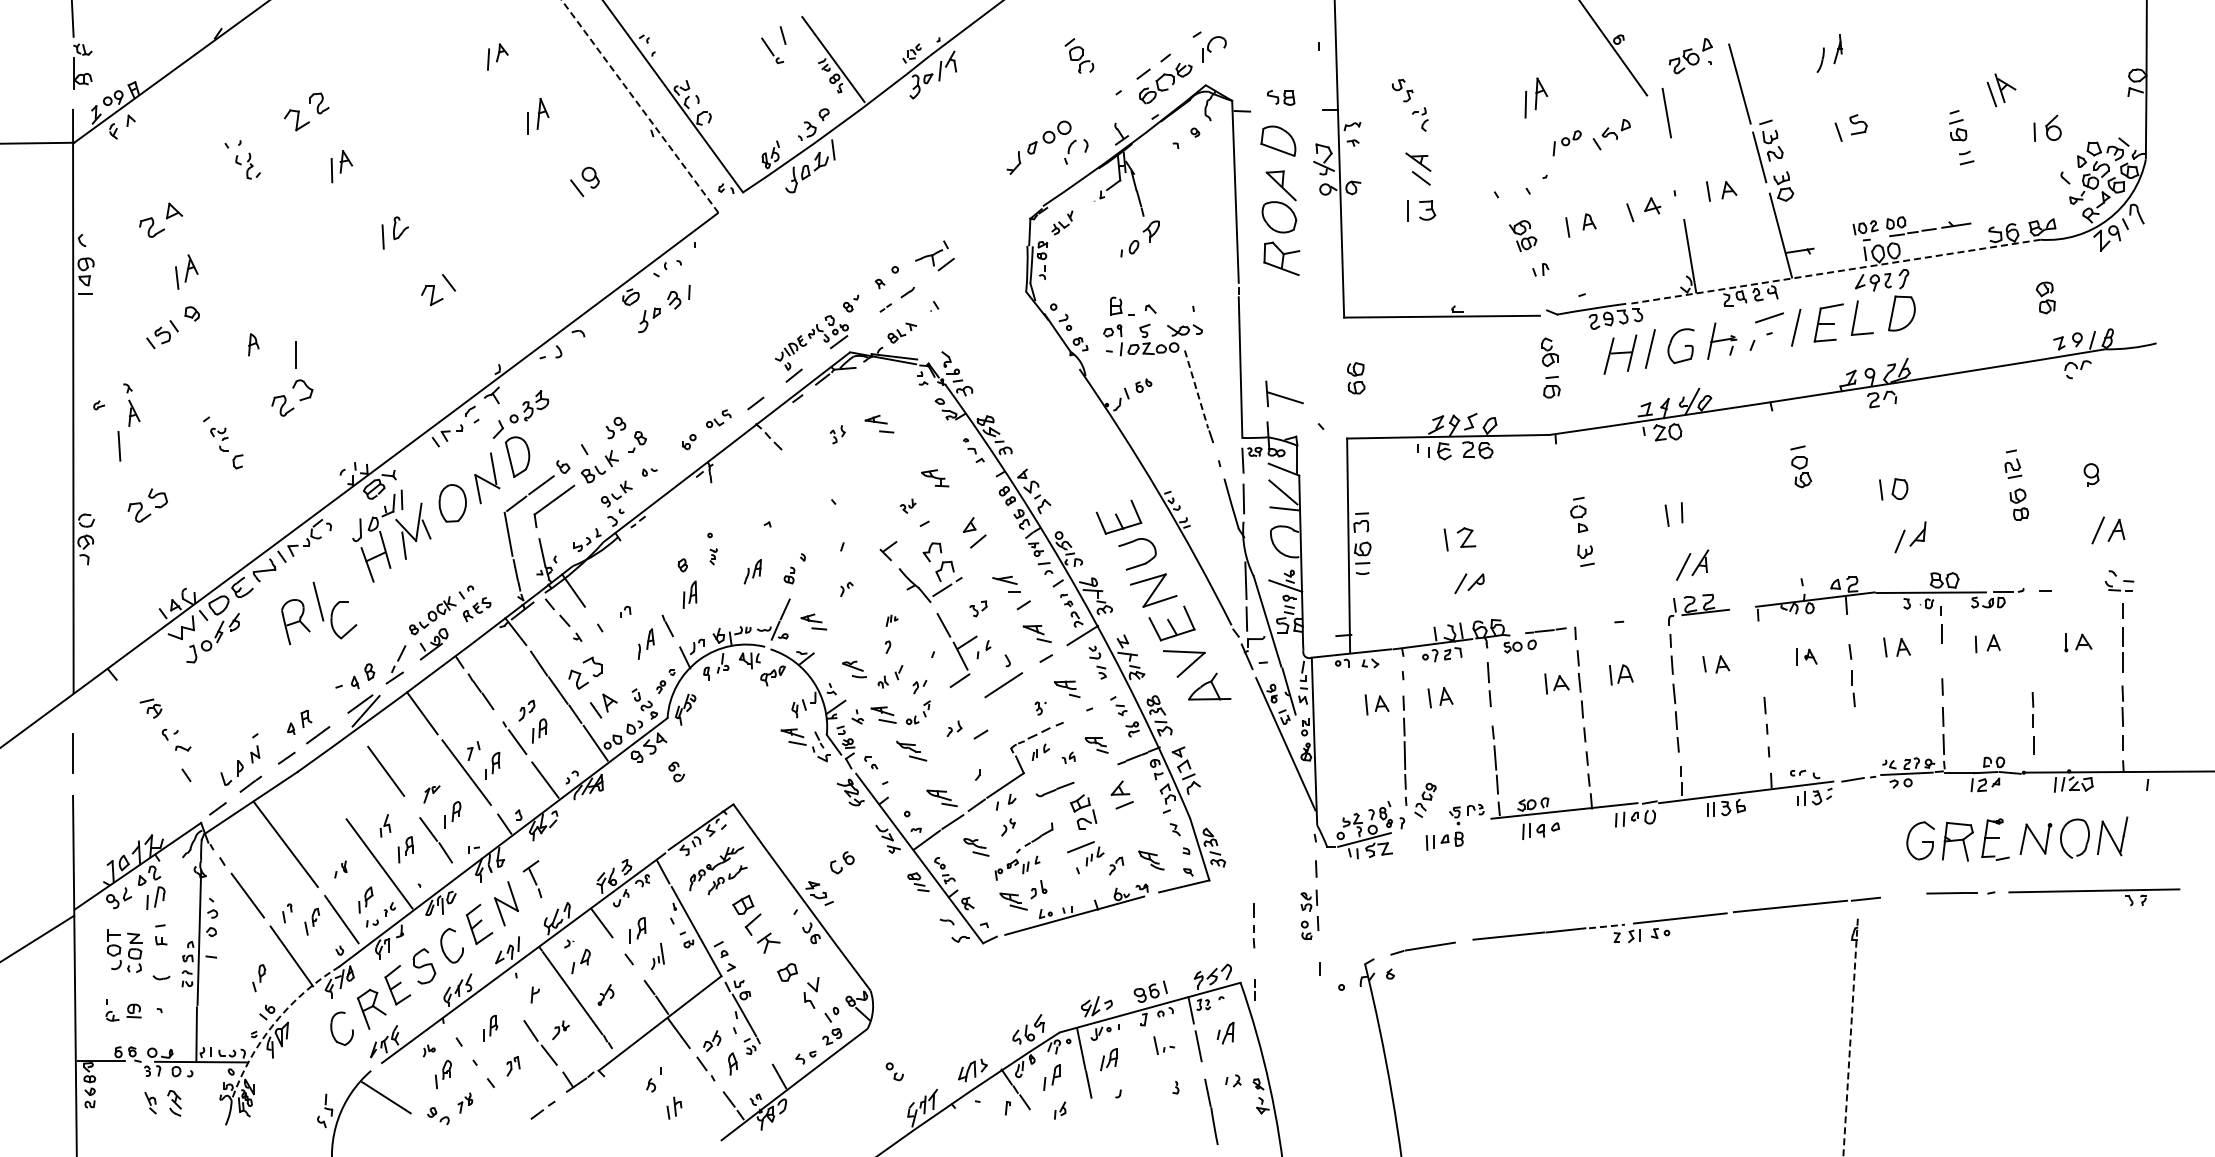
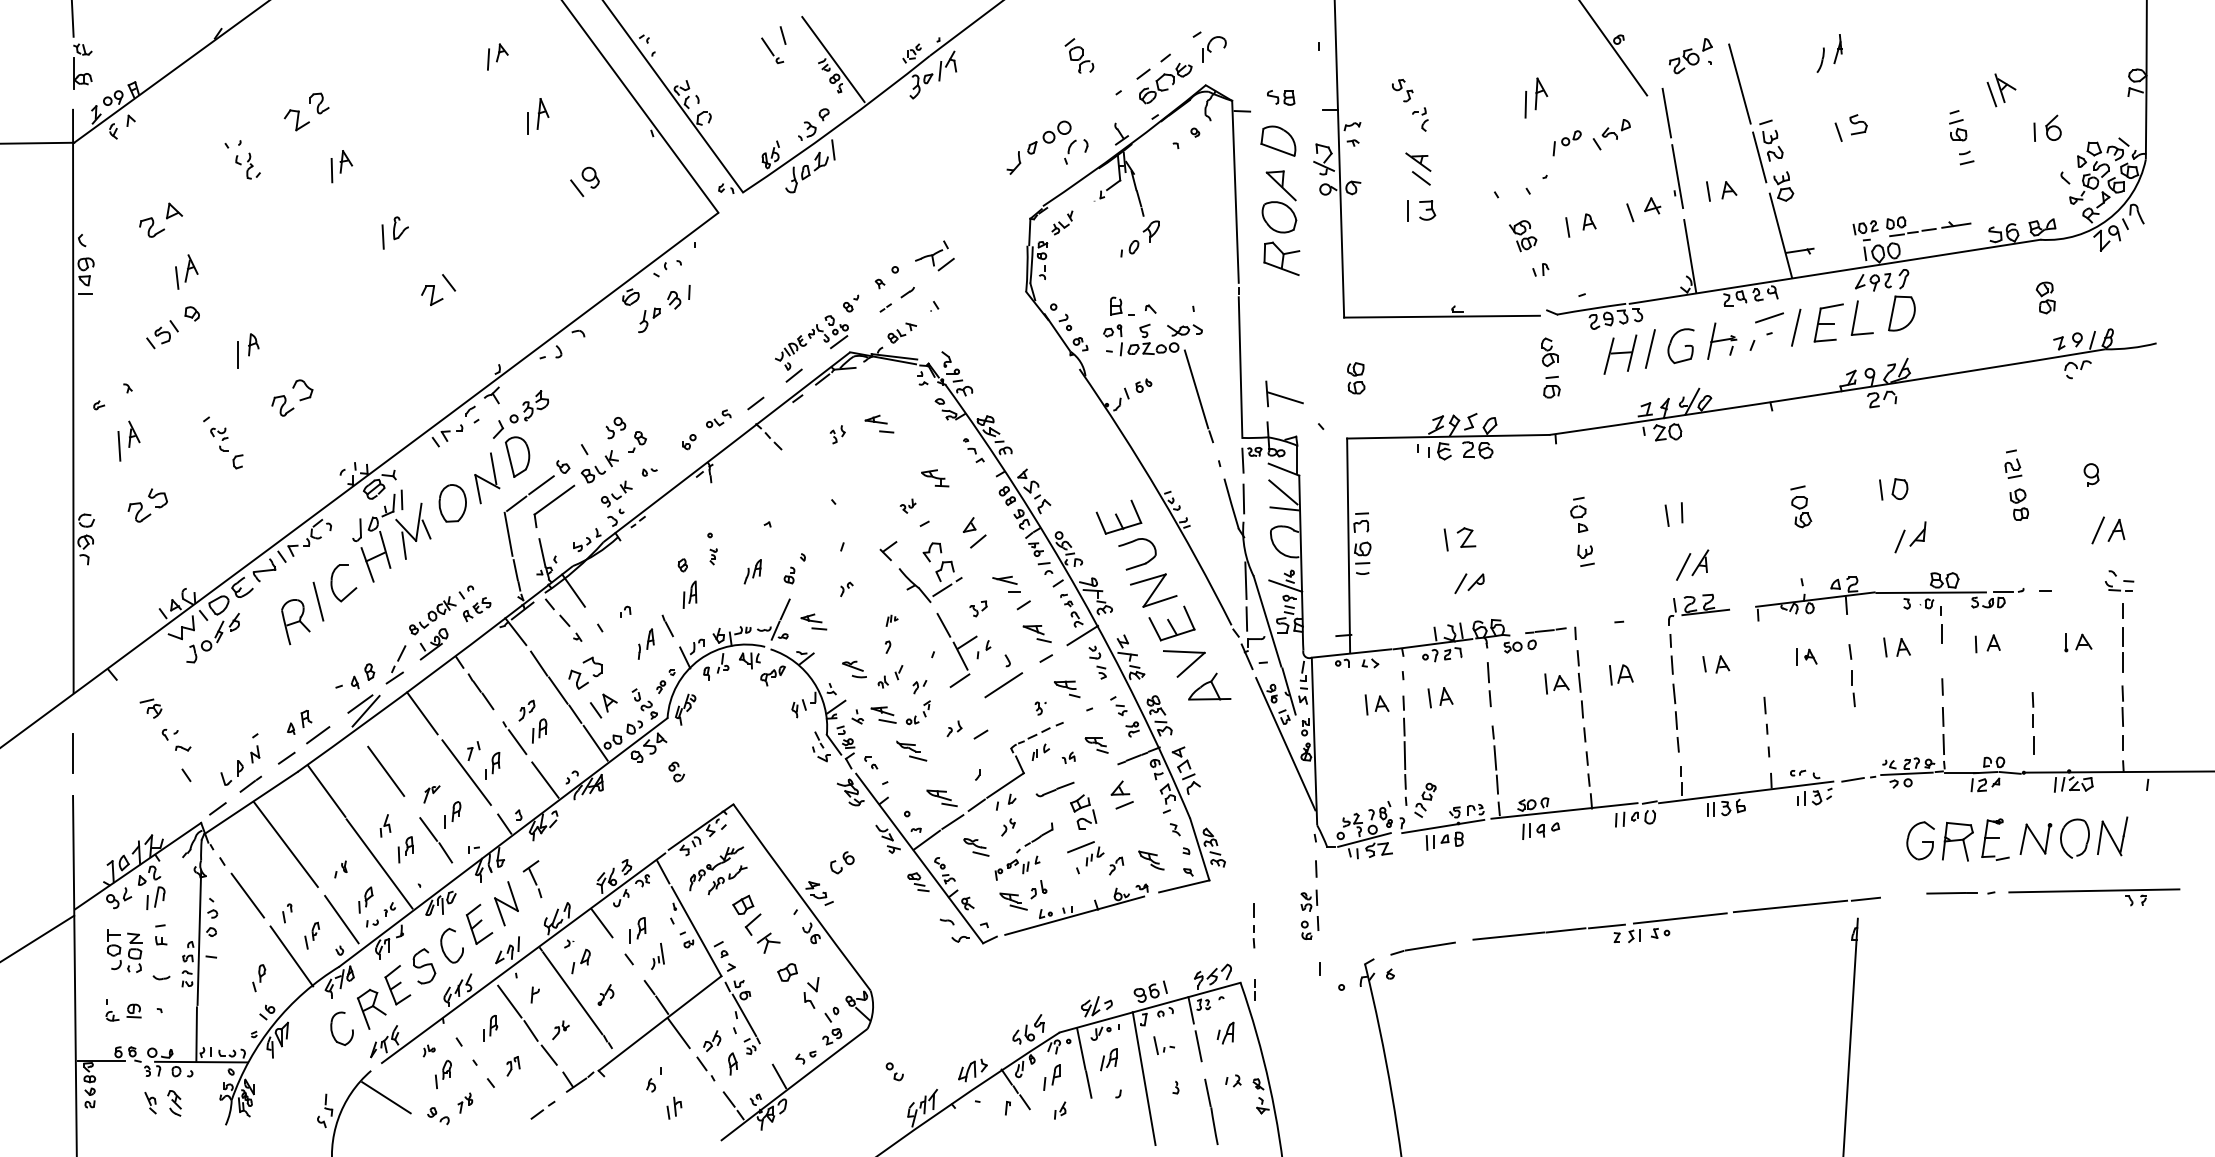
line at (640, 106): dashed -> solid
line at (1677, 176): none -> present
line at (1835, 271): dashed -> solid
line at (295, 354) position: (295, 354) -> (237, 354)
line at (1196, 389): dashed -> solid
part at (134, 412) position: (134, 412) -> (134, 433)
part at (1801, 466) position: (1801, 466) -> (1801, 506)
part at (349, 629) position: (349, 629) -> (349, 592)
part at (793, 736): present -> none
line at (326, 791): none -> present
line at (1443, 826): none -> present
part at (312, 921) position: (312, 921) -> (312, 935)
line at (1607, 926): dashed -> solid
line at (509, 1001): none -> present
arc at (274, 1024): dashed -> solid
line at (1850, 1038): dashed -> solid
line at (1143, 1078): none -> present
